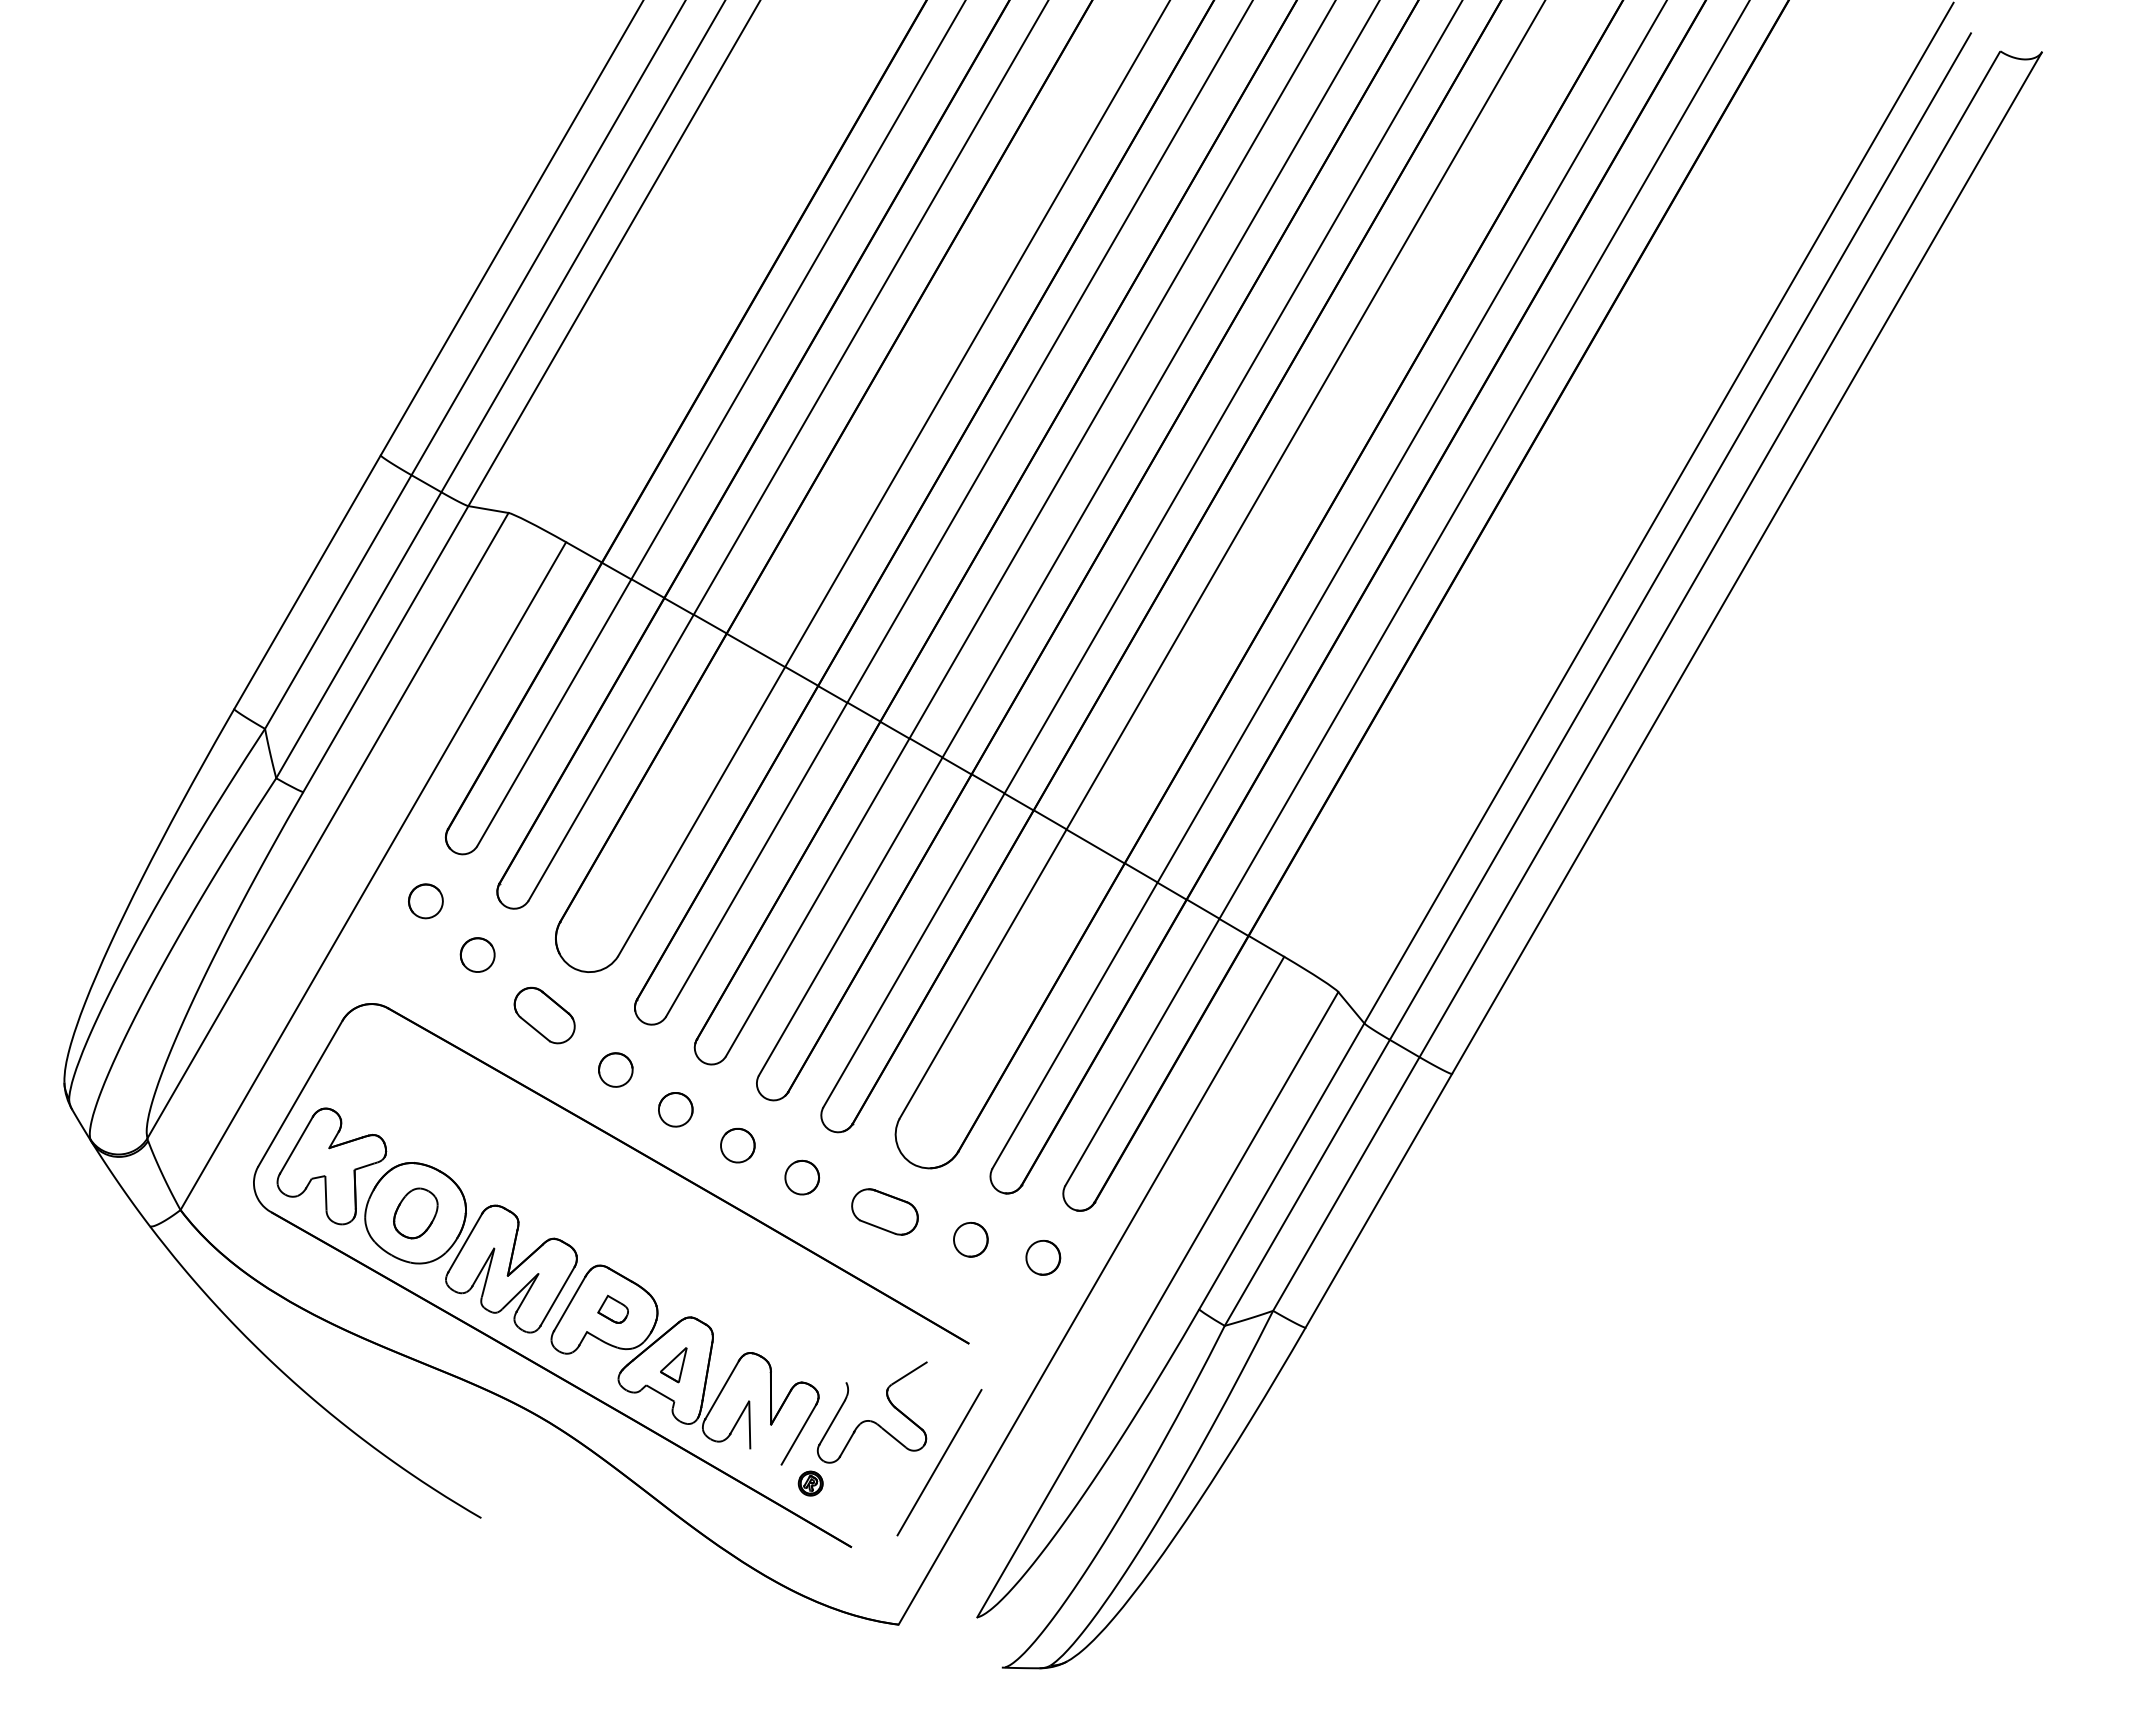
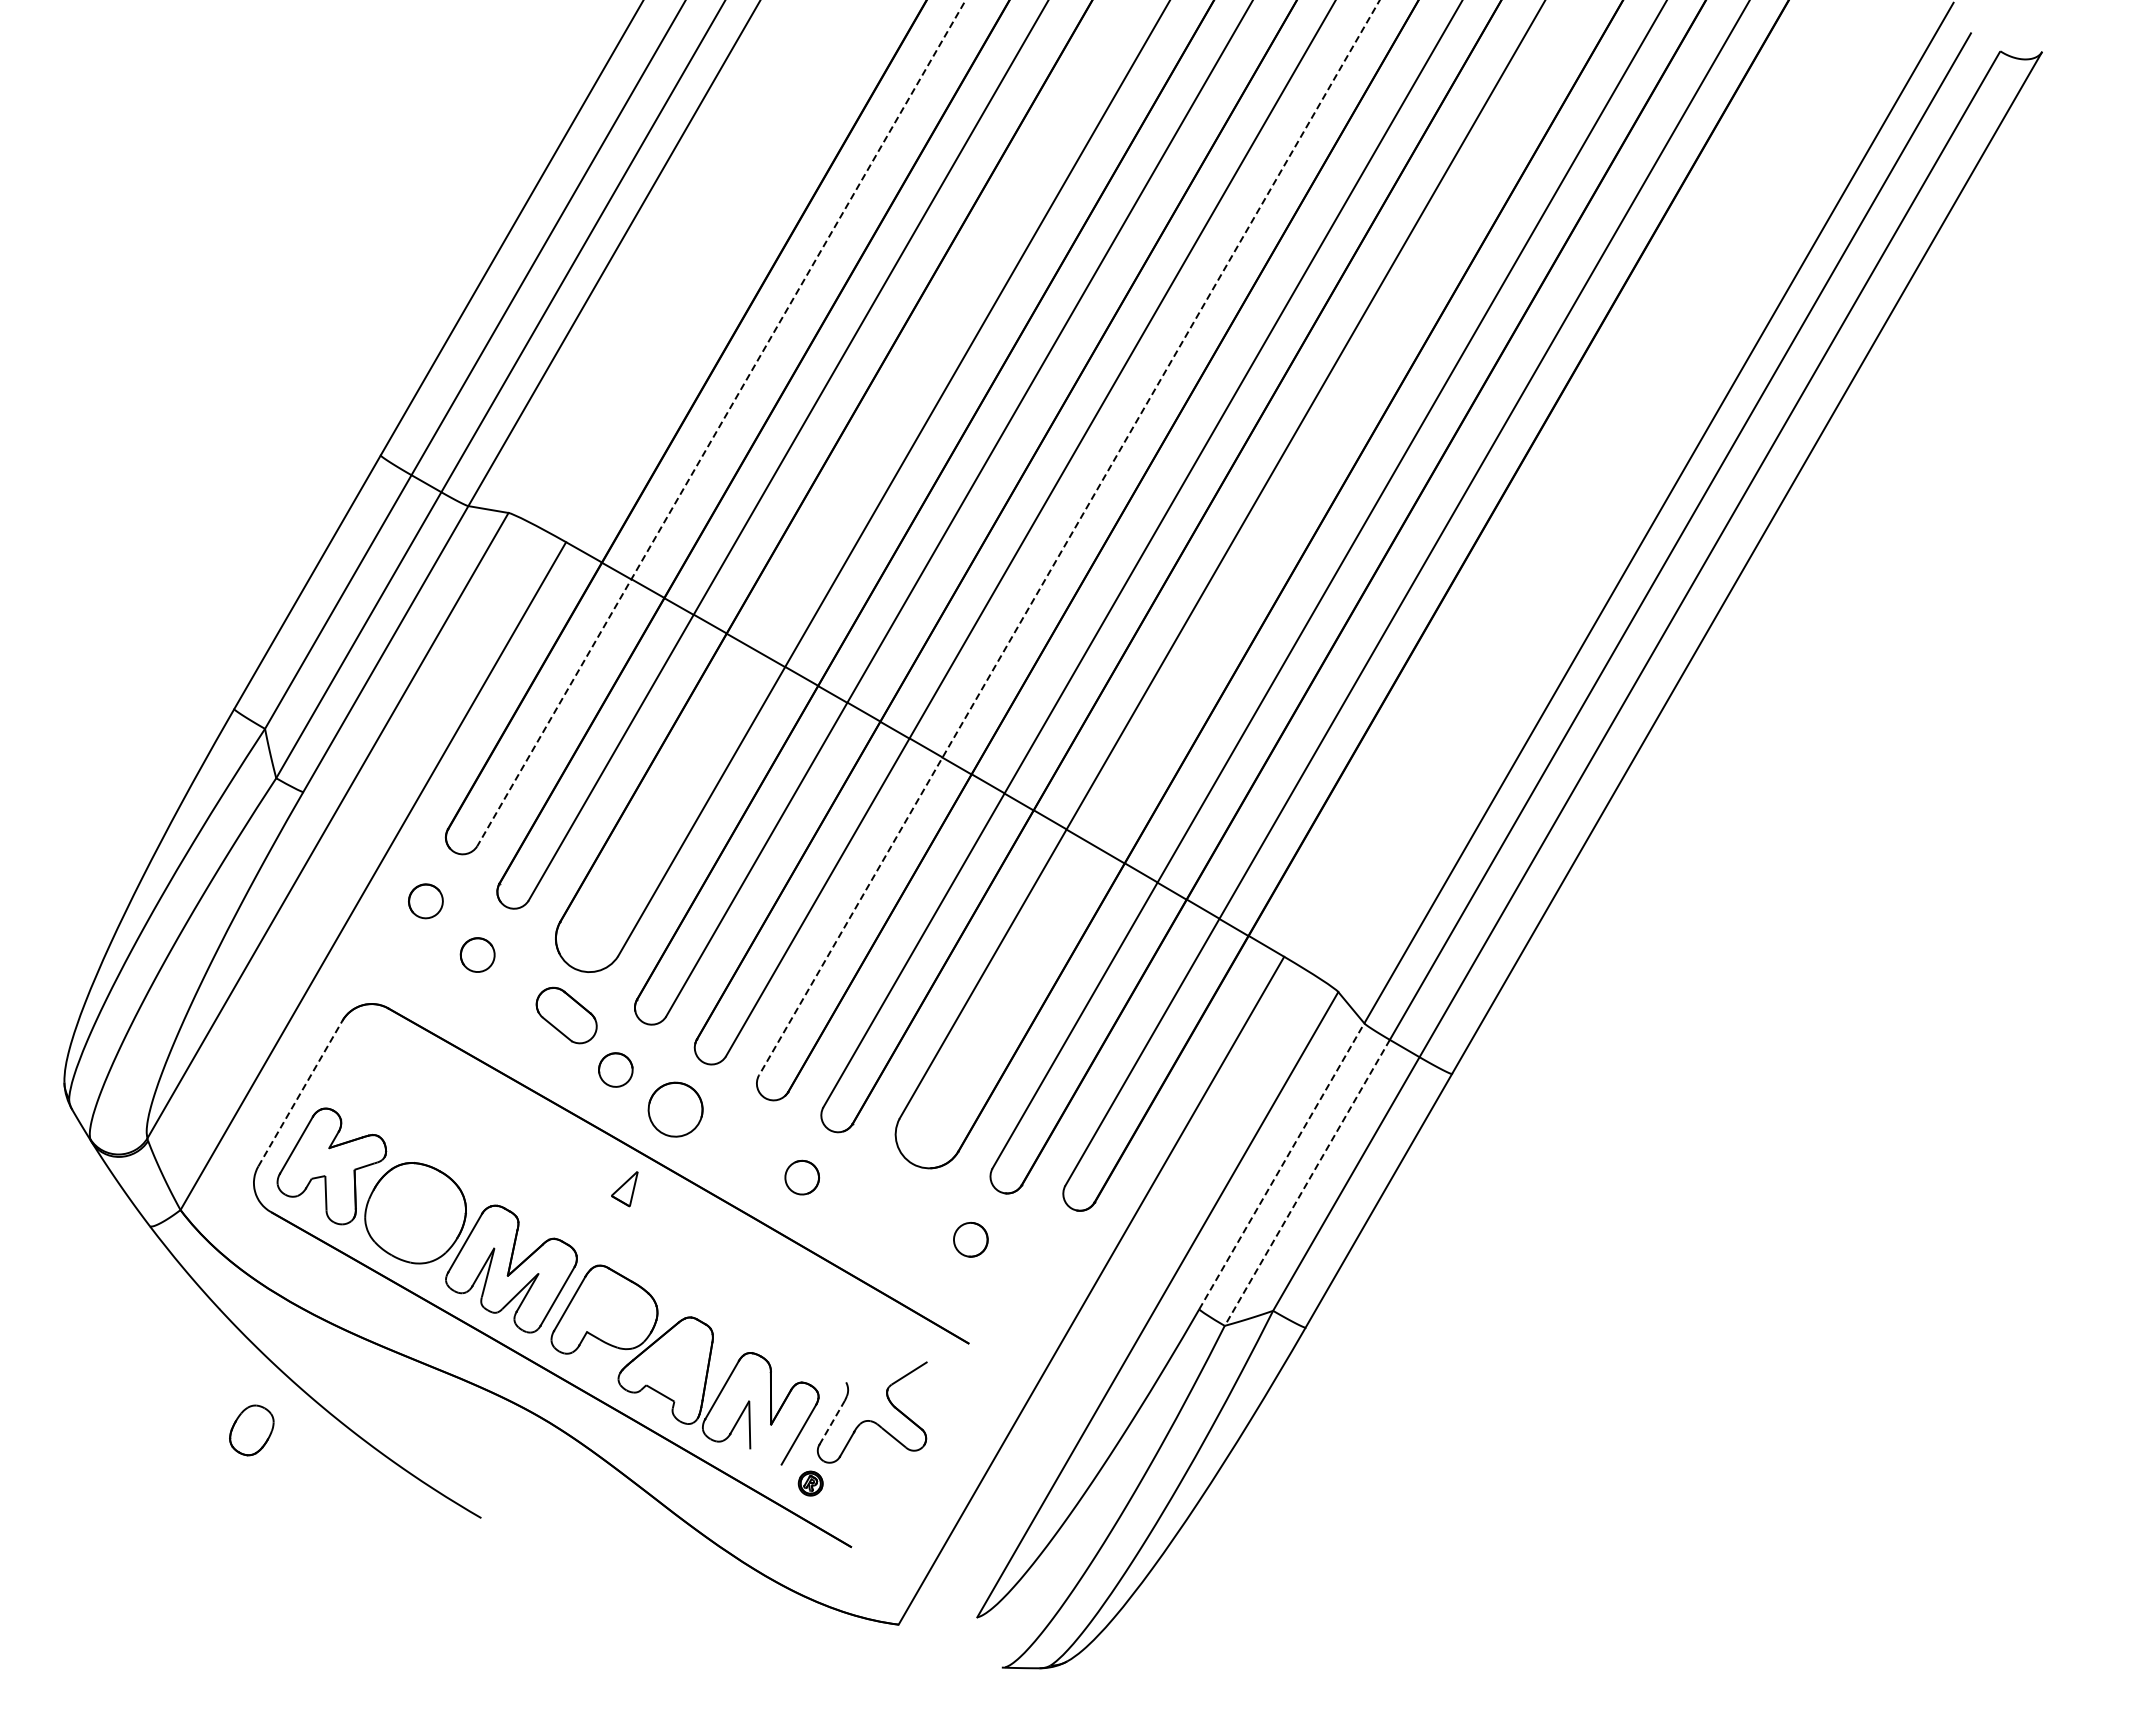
line at (721, 423): solid -> dashed
line at (1069, 538): solid -> dashed
part at (544, 1015) position: (544, 1015) -> (566, 1015)
line at (300, 1093): solid -> dashed
part at (675, 1109) size: 36x36 px -> 57x57 px
part at (737, 1145): present -> none
line at (1282, 1165): solid -> dashed
line at (1307, 1183): solid -> dashed
part at (884, 1211): present -> none
part at (415, 1213) position: (415, 1213) -> (251, 1430)
part at (1043, 1257): present -> none
part at (612, 1308): present -> none
part at (673, 1365) position: (673, 1365) -> (624, 1189)
line at (832, 1422): solid -> dashed
line at (939, 1462): present -> none
